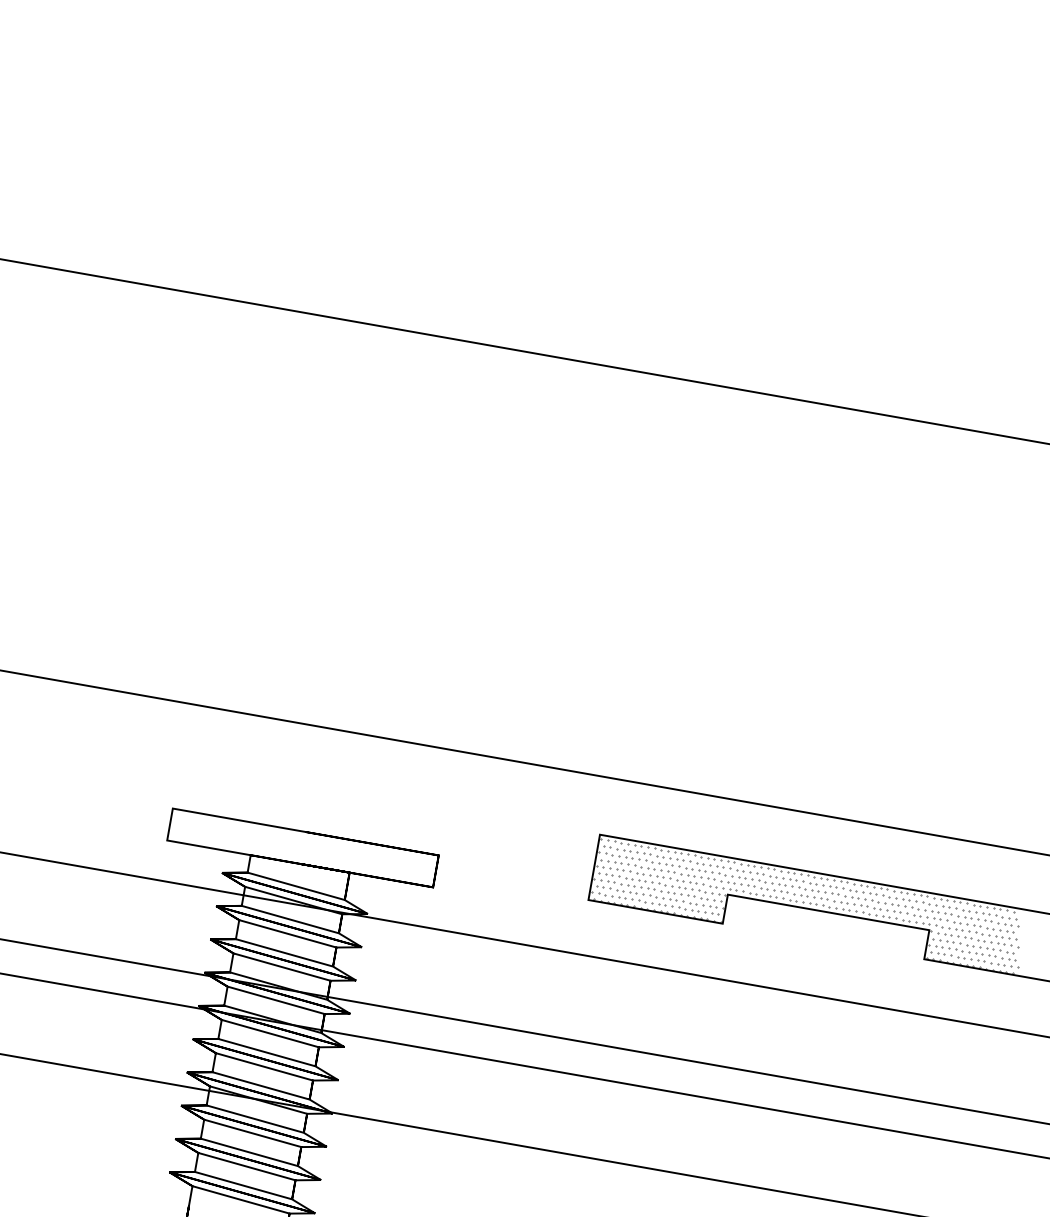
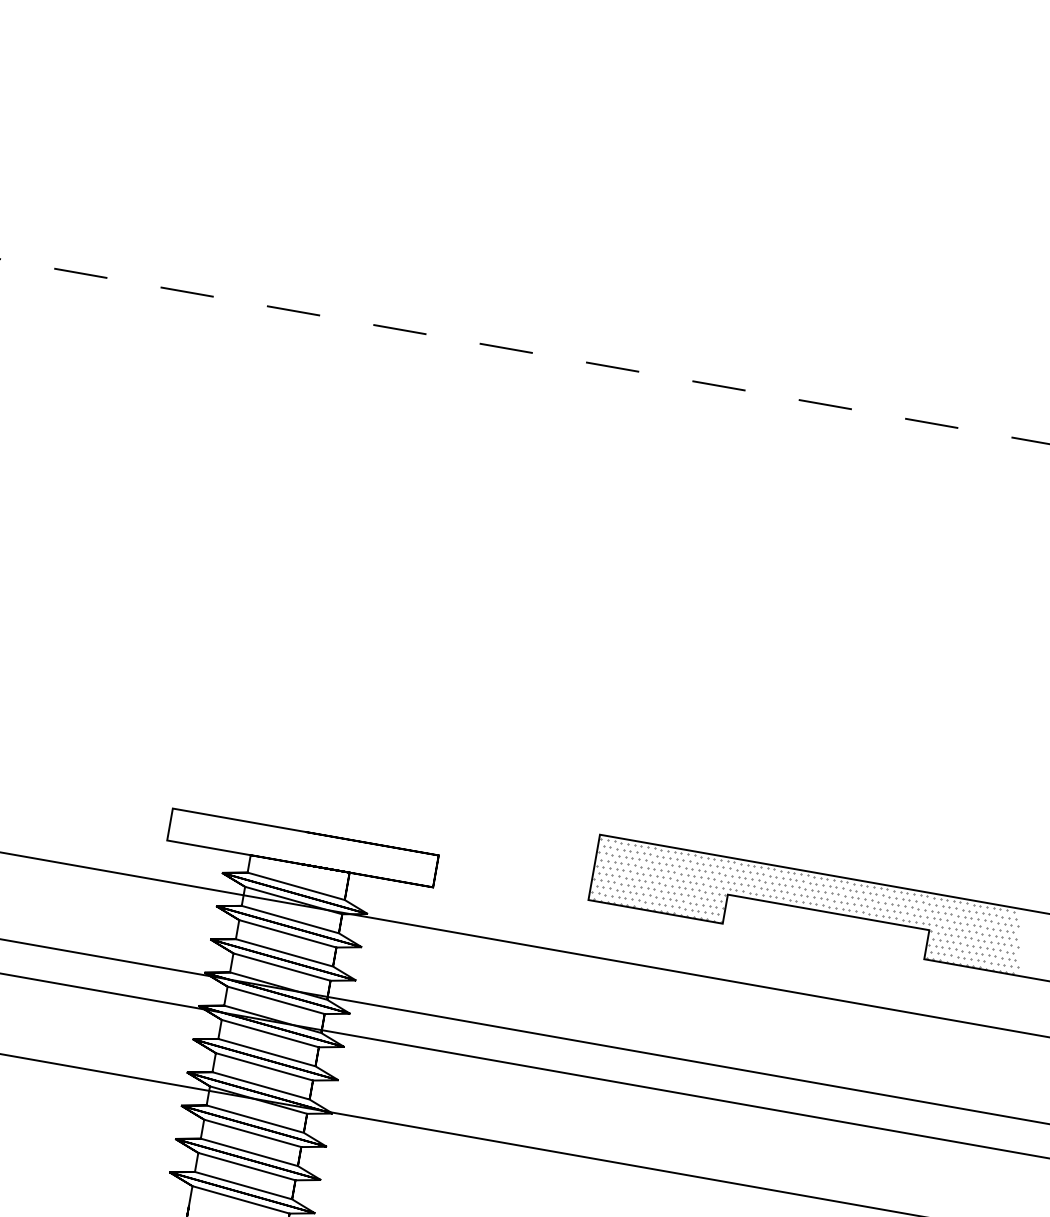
line at (524, 351): solid -> dashed
line at (524, 762): present -> none
